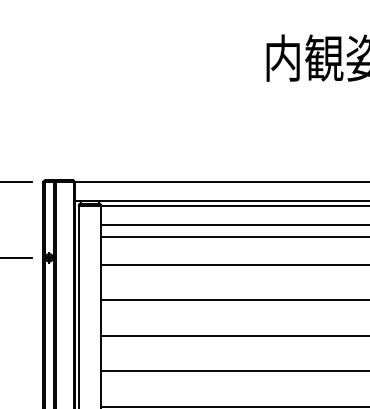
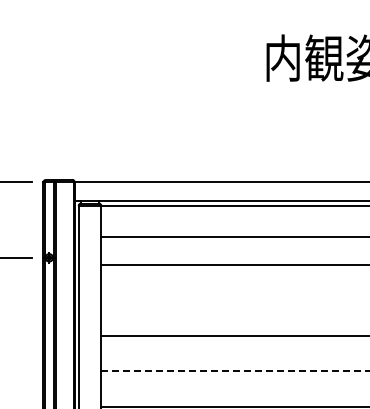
line at (233, 224): present -> none
line at (233, 300): present -> none
line at (235, 371): solid -> dashed
